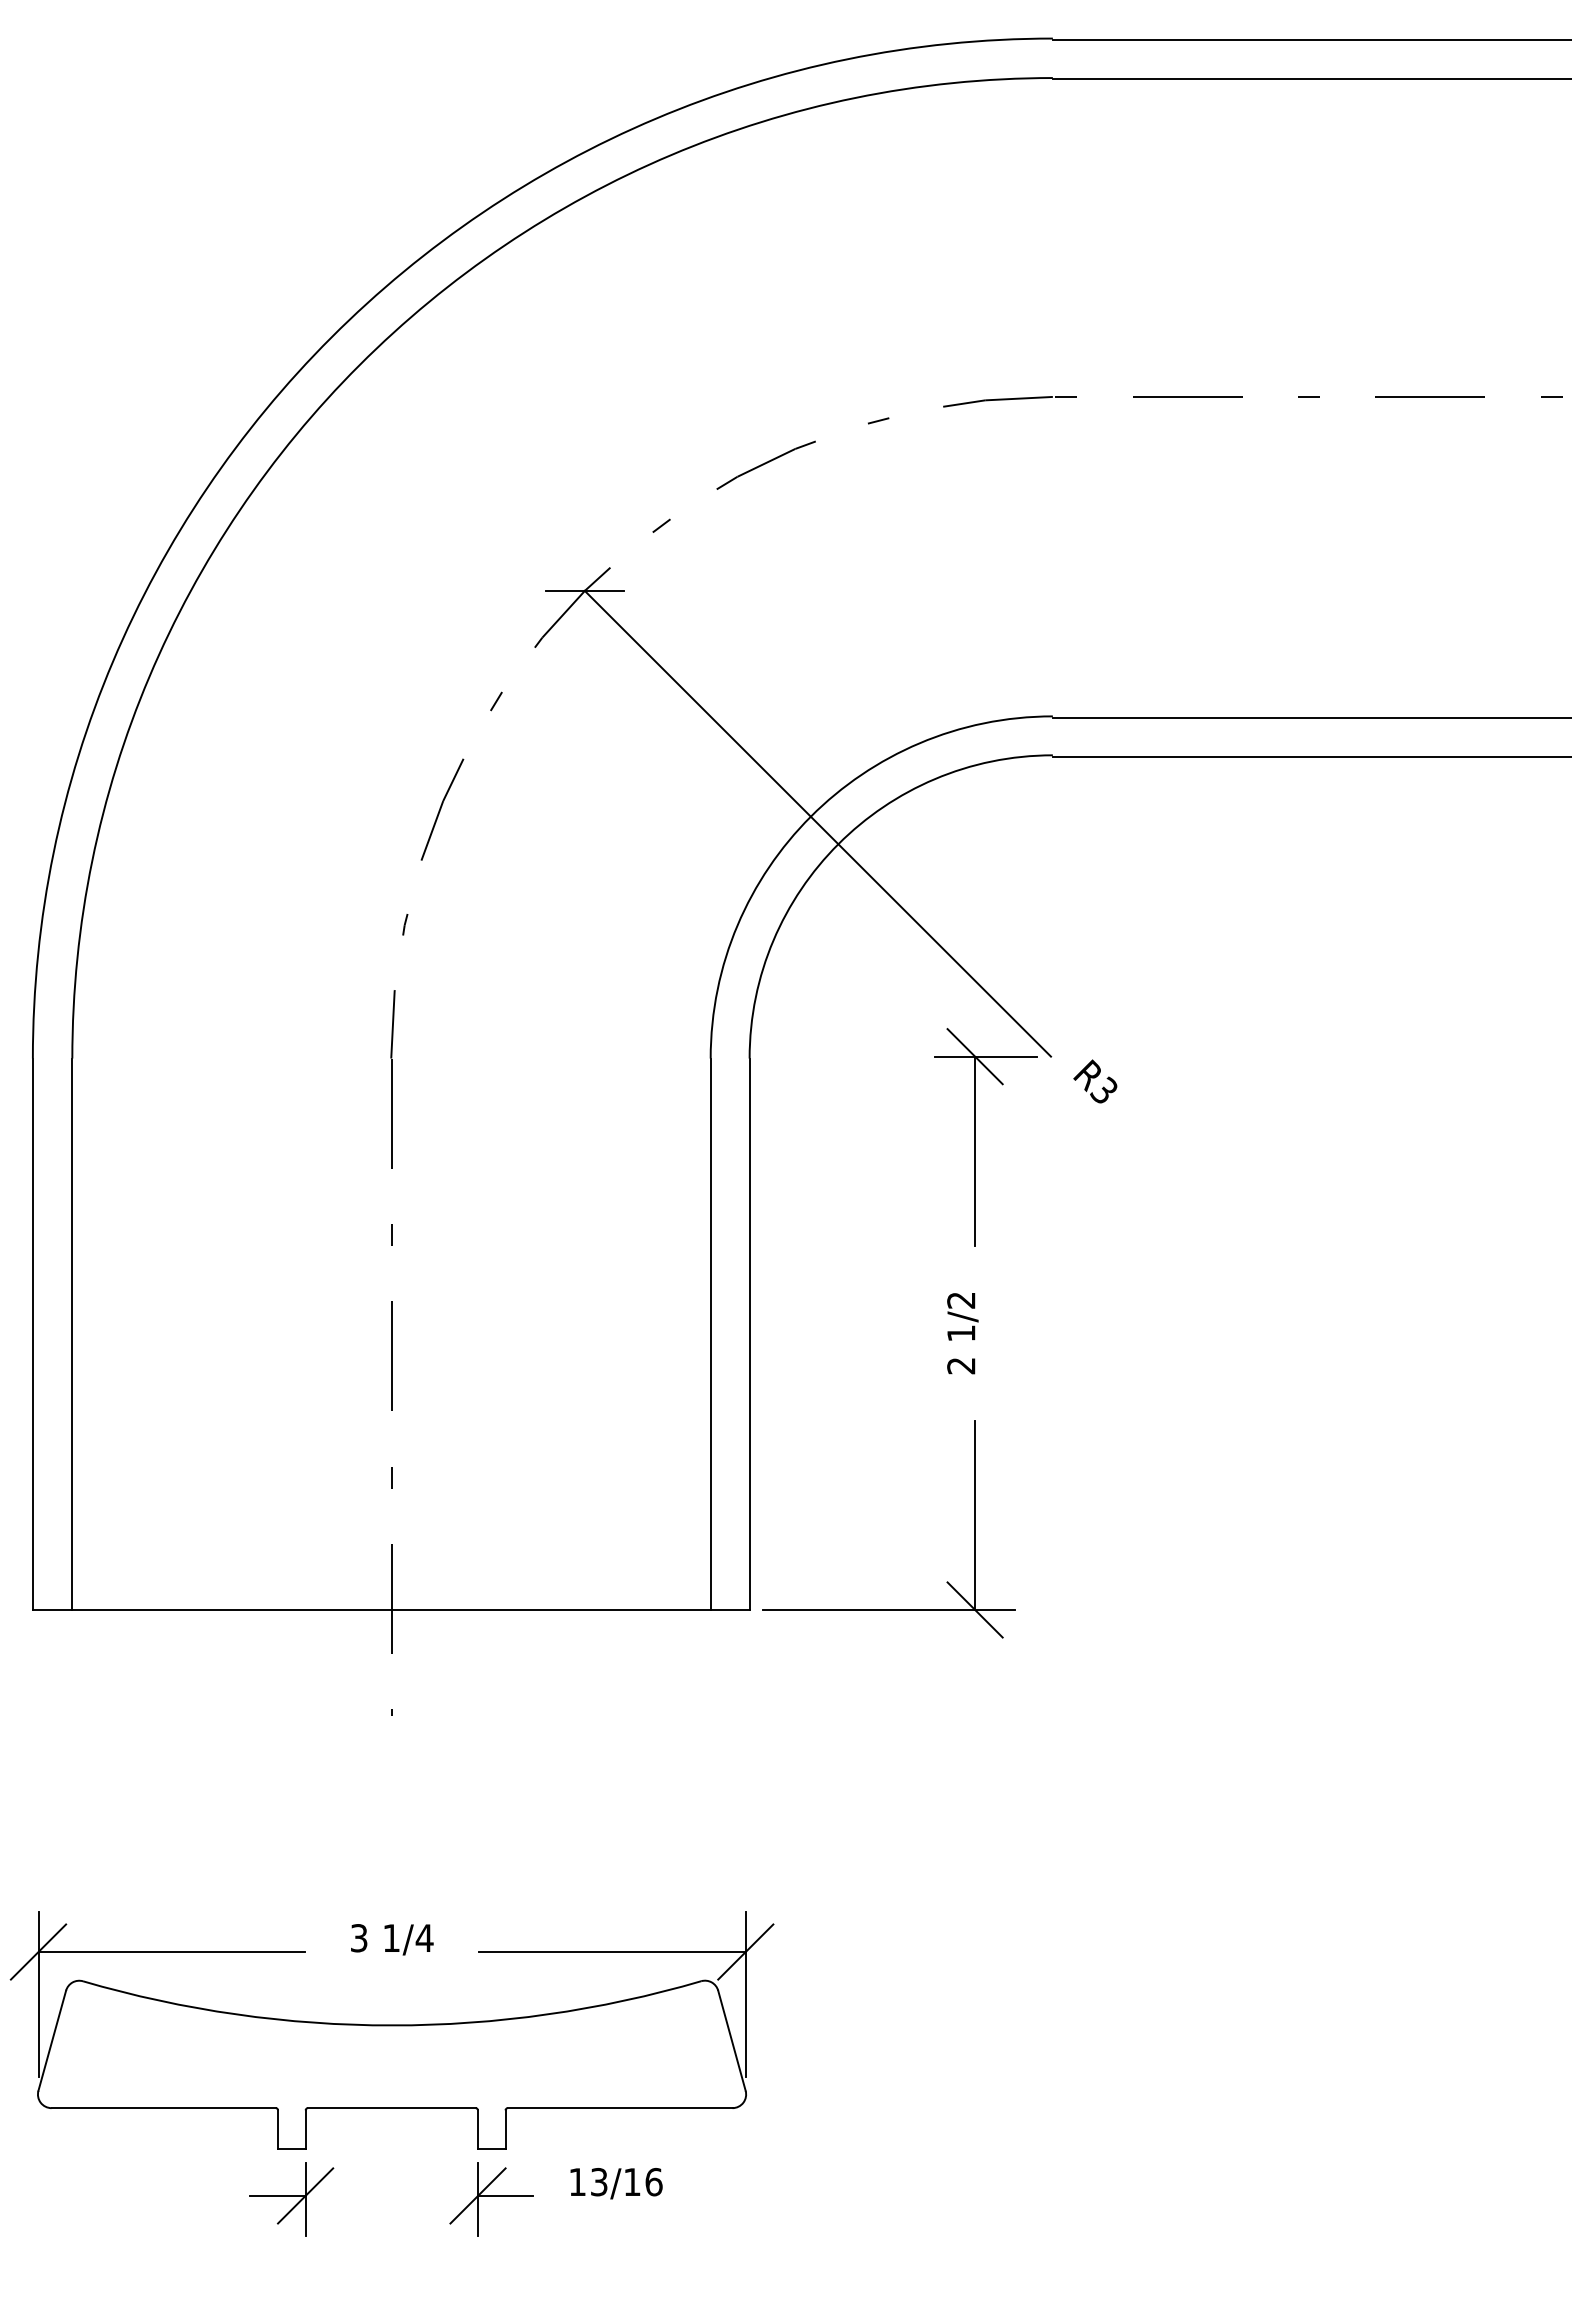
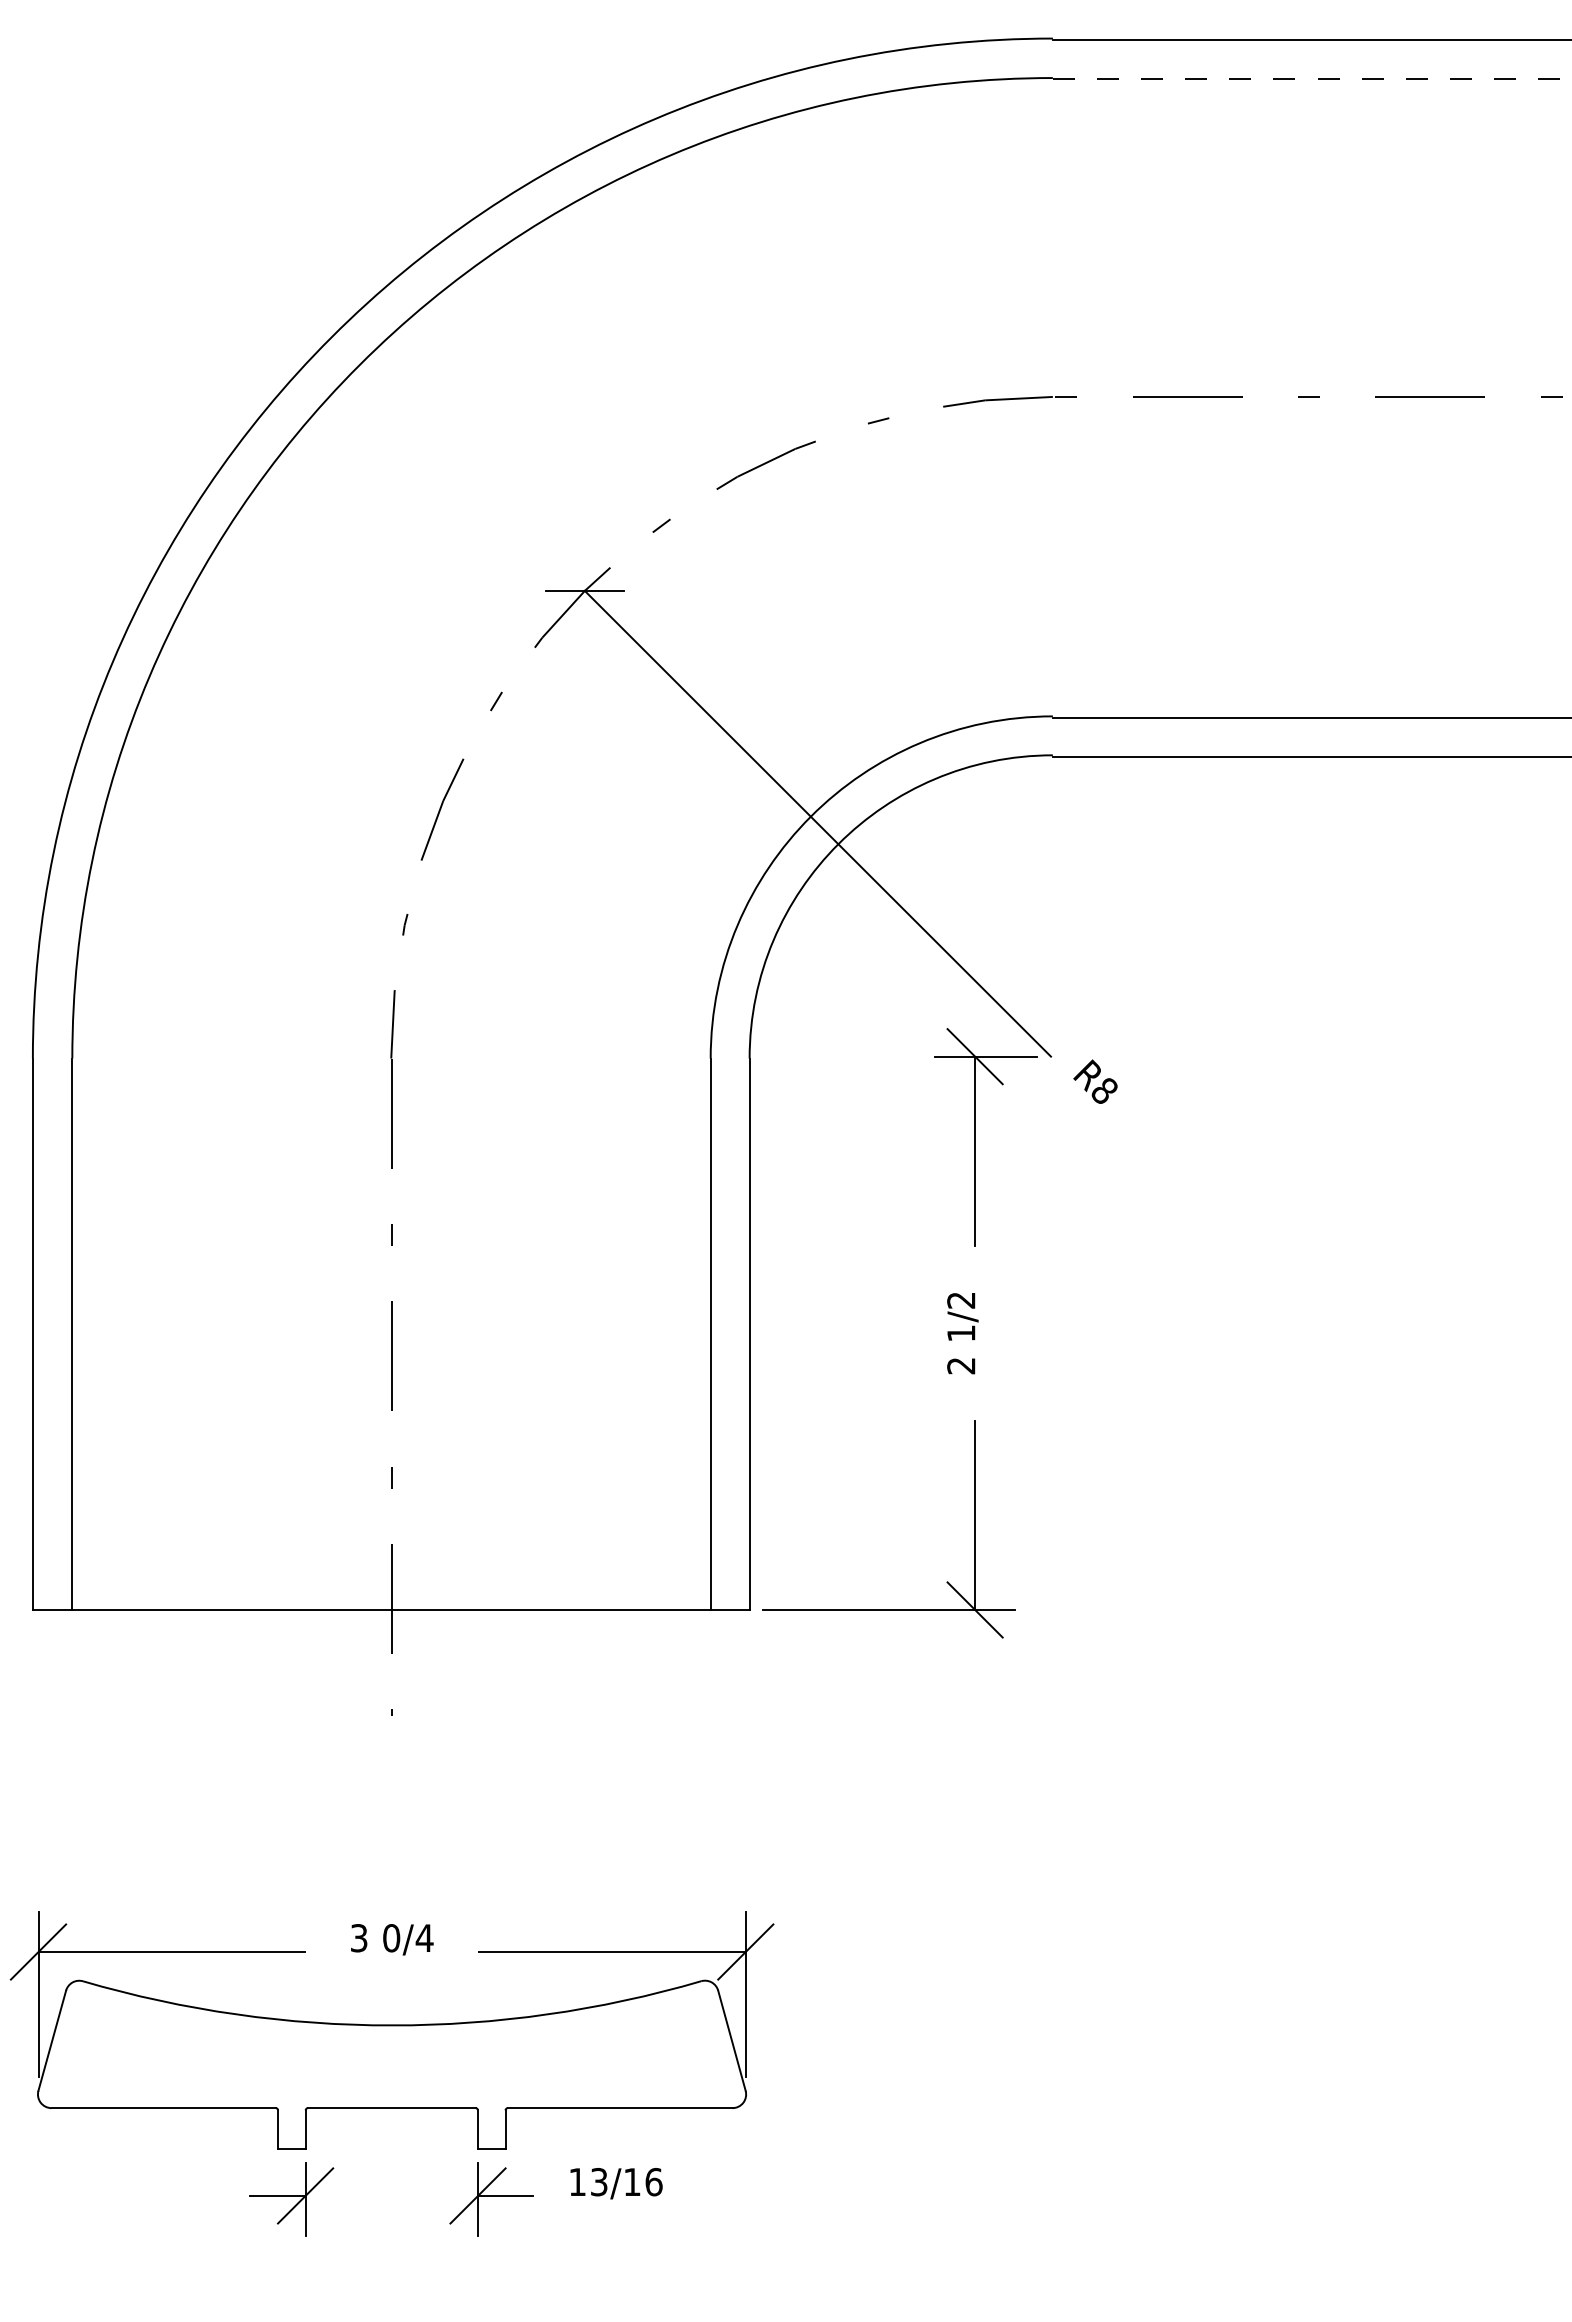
line at (1312, 79): solid -> dashed
text at (1103, 1089): R3 -> R8
text at (391, 1938): 1/4 -> 0/4
